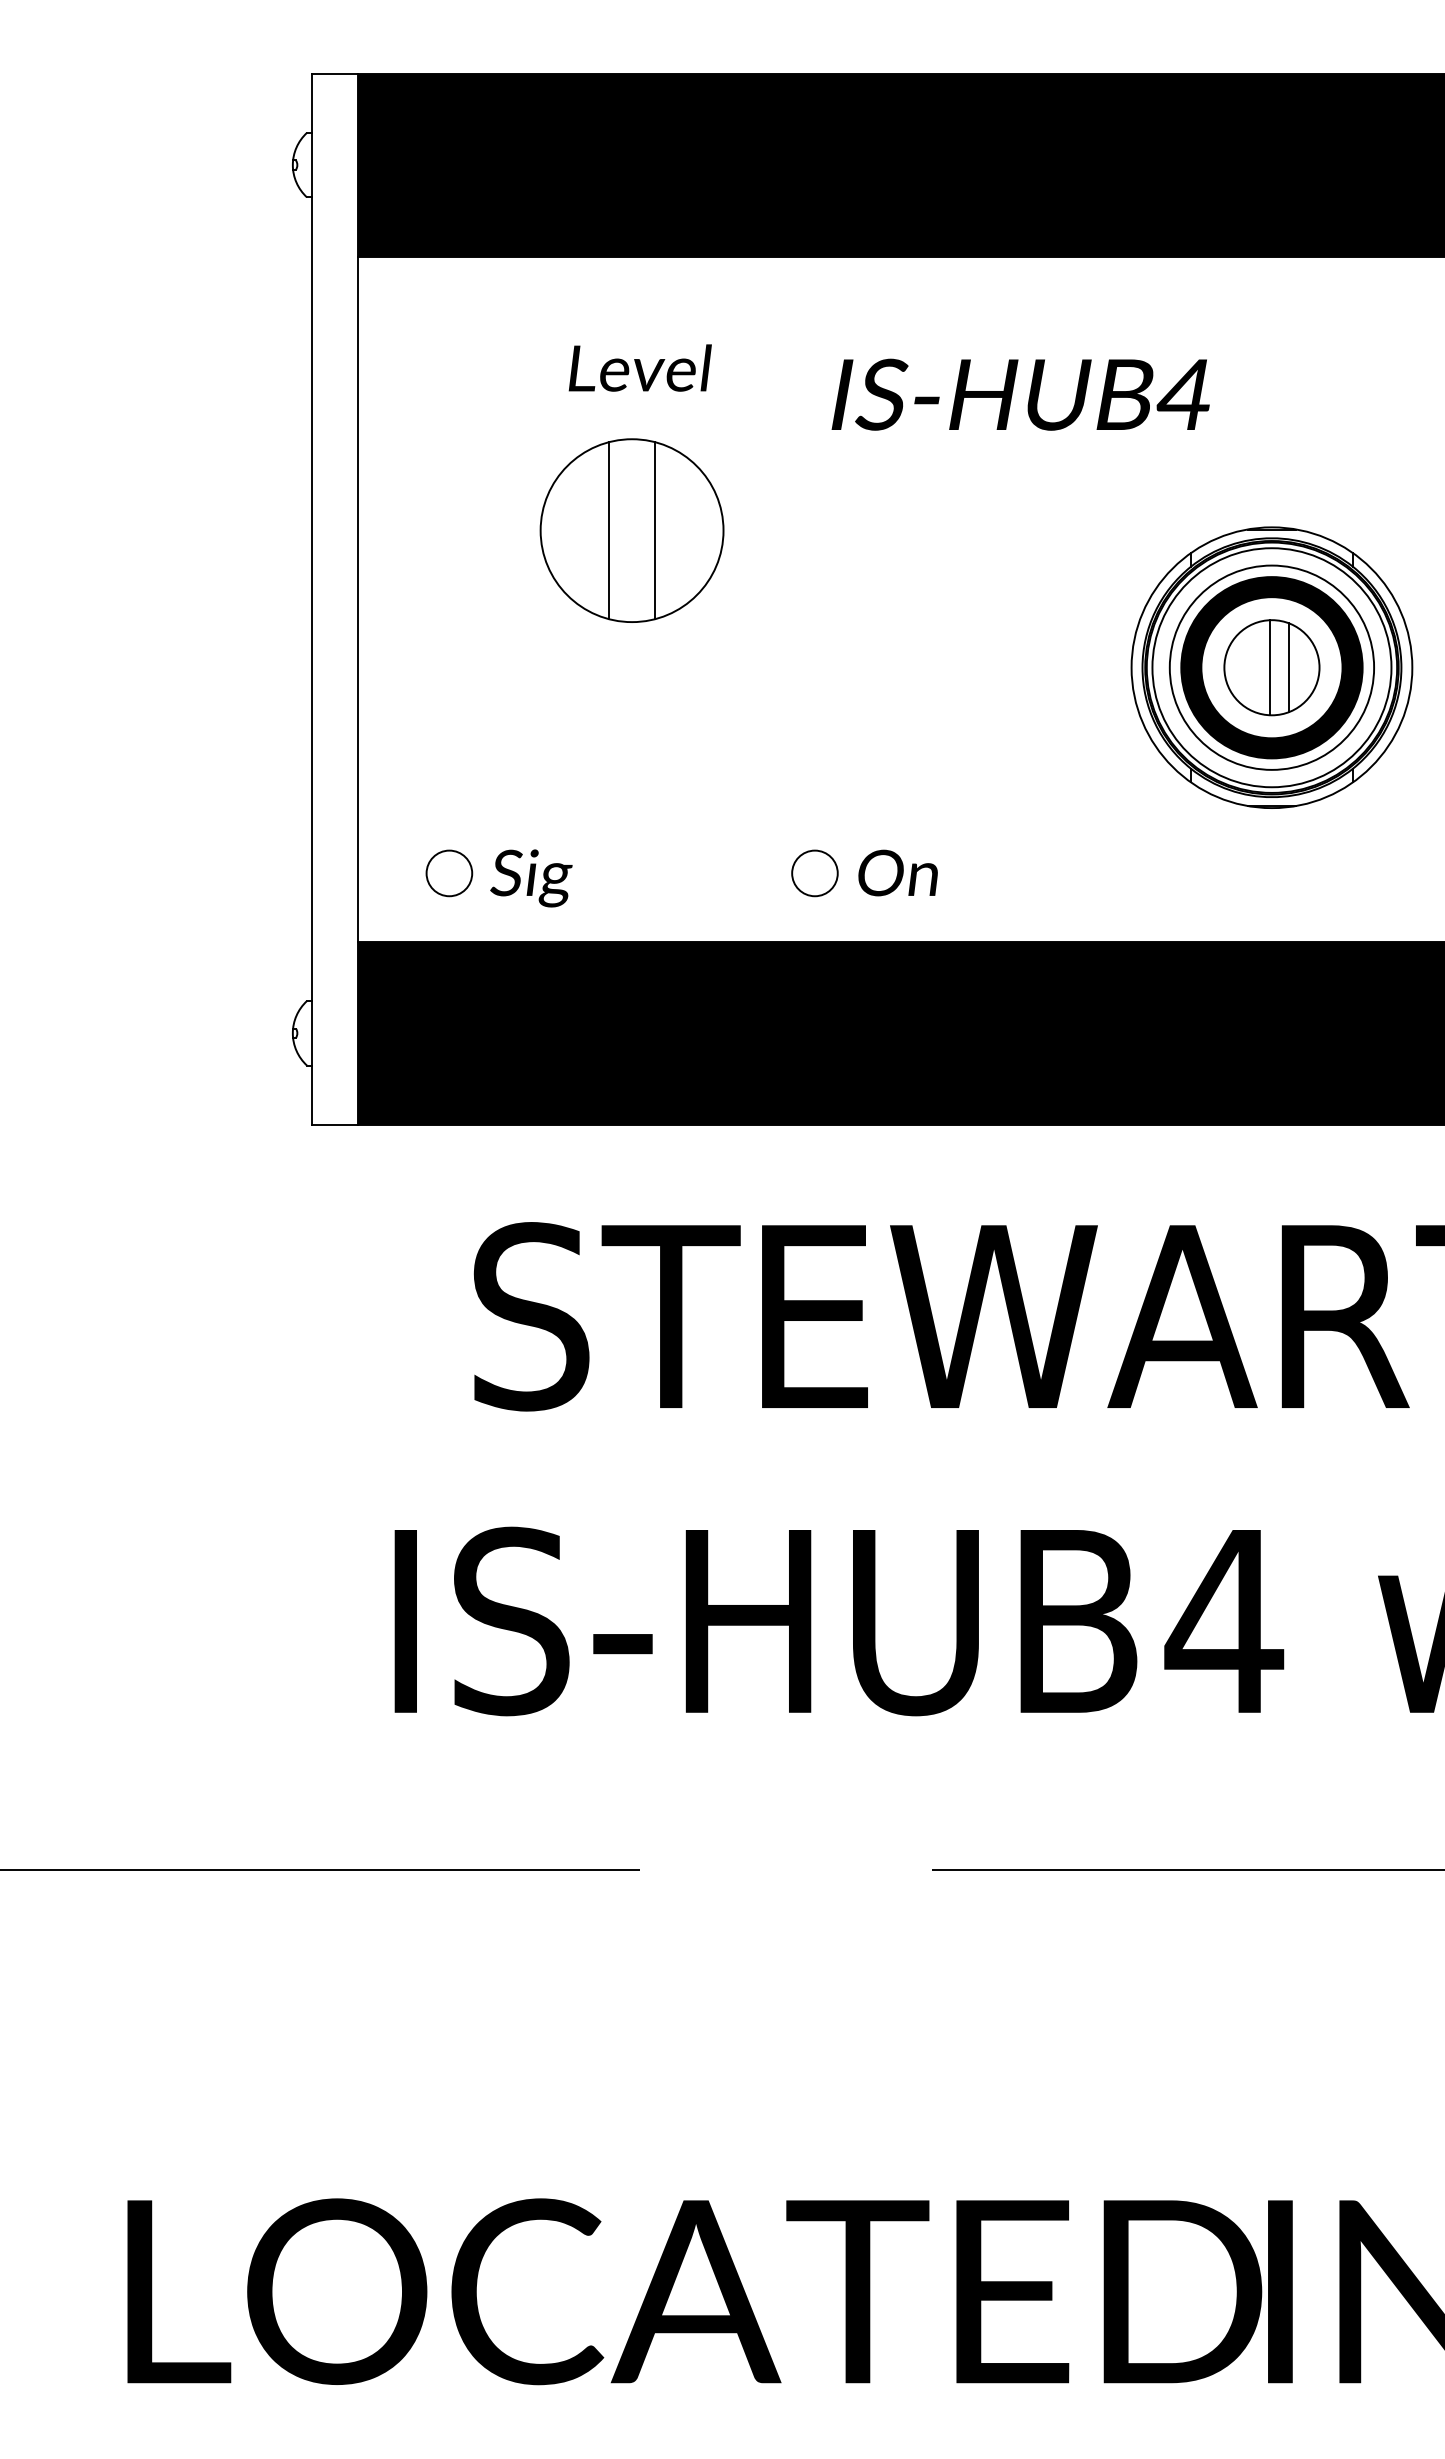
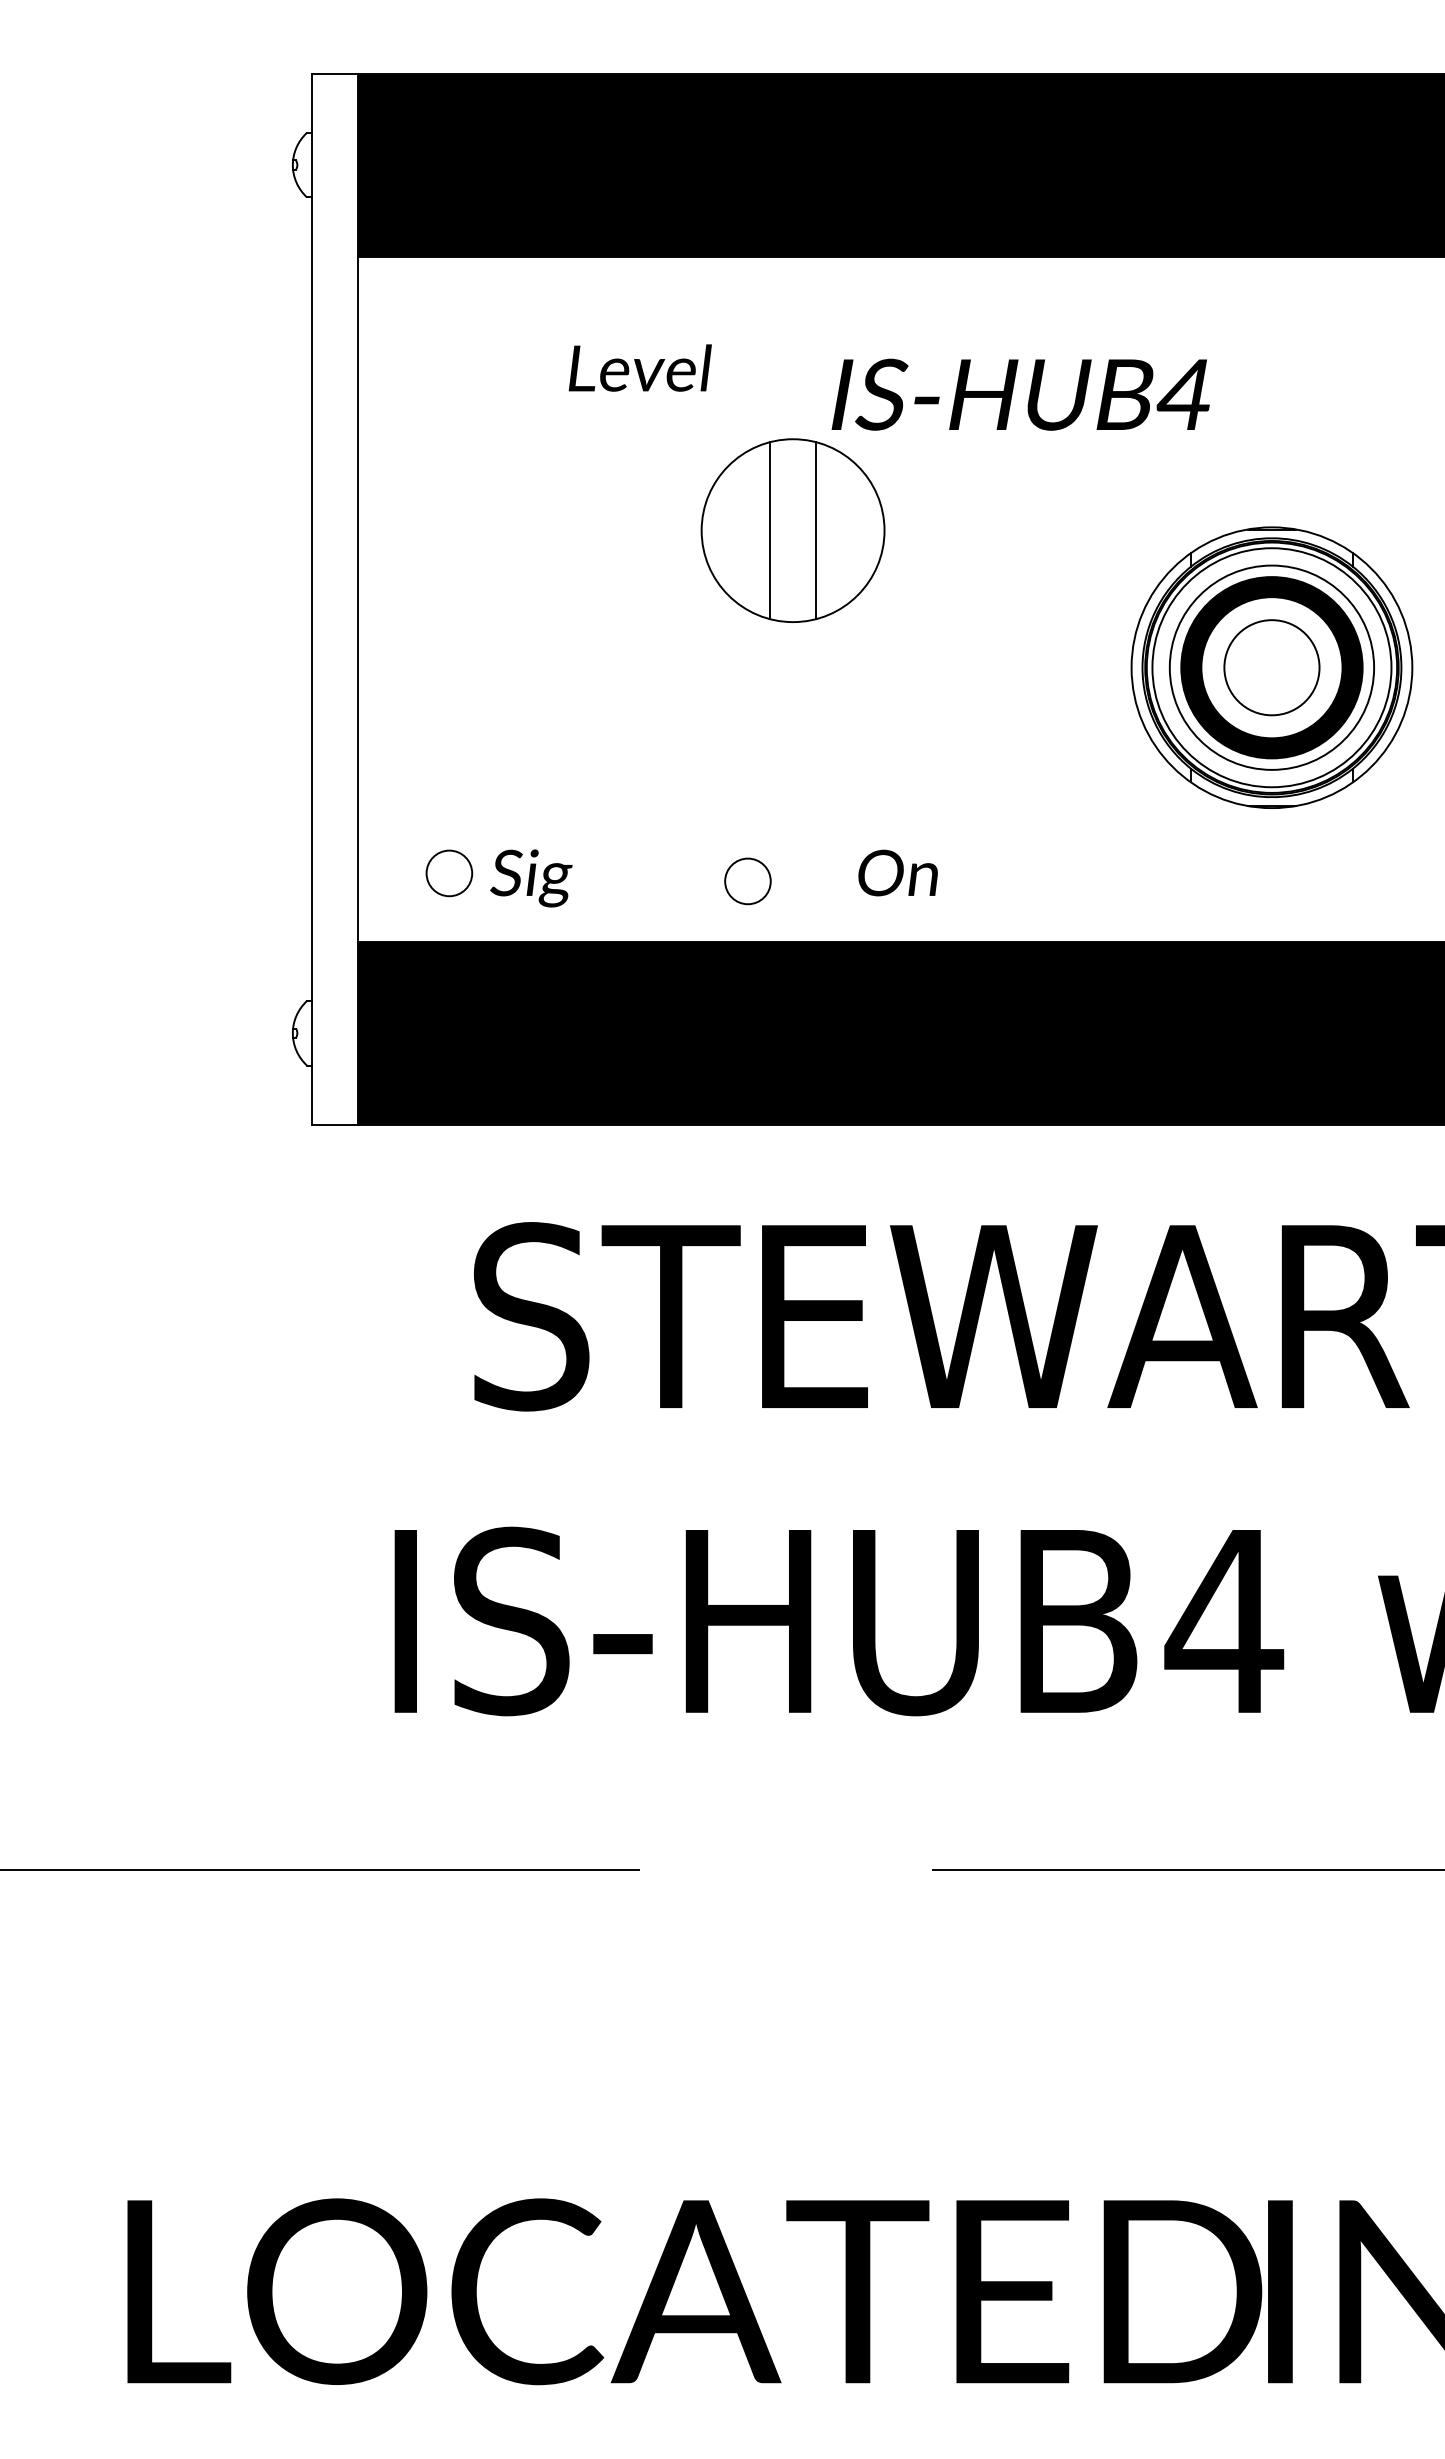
part at (631, 530) position: (631, 530) -> (792, 530)
line at (1270, 667): present -> none
line at (1288, 667): present -> none
circle at (814, 873) position: (814, 873) -> (747, 881)
